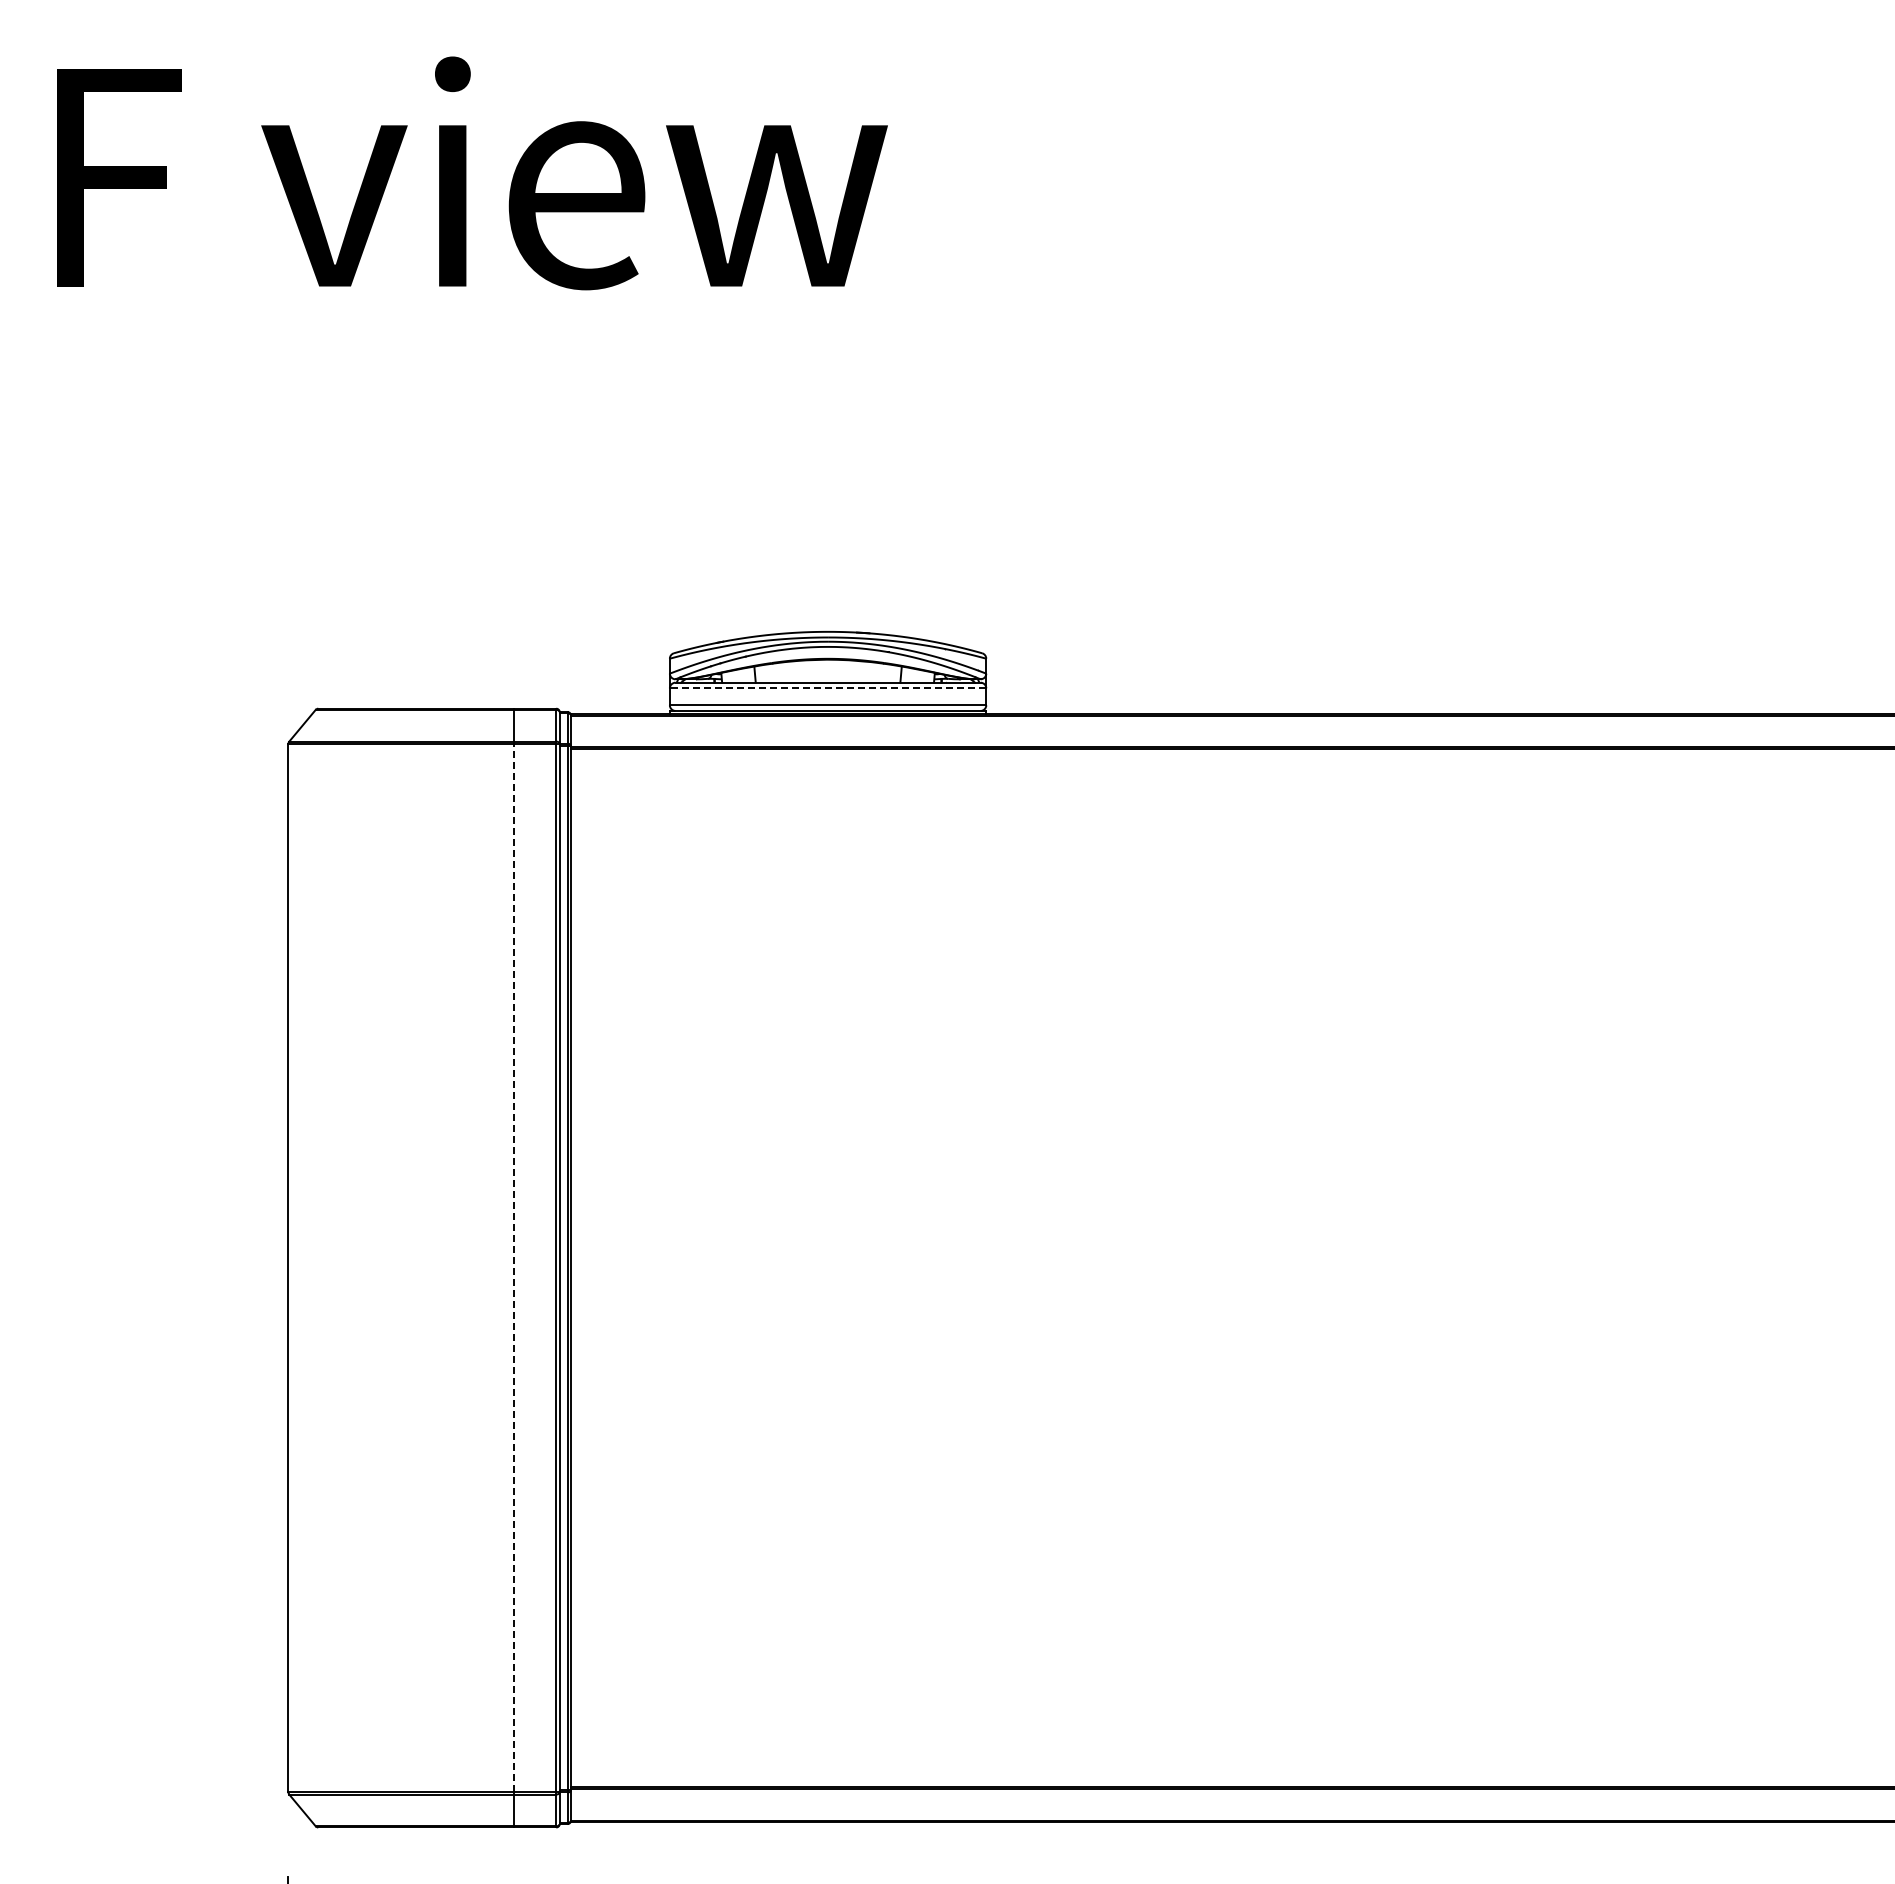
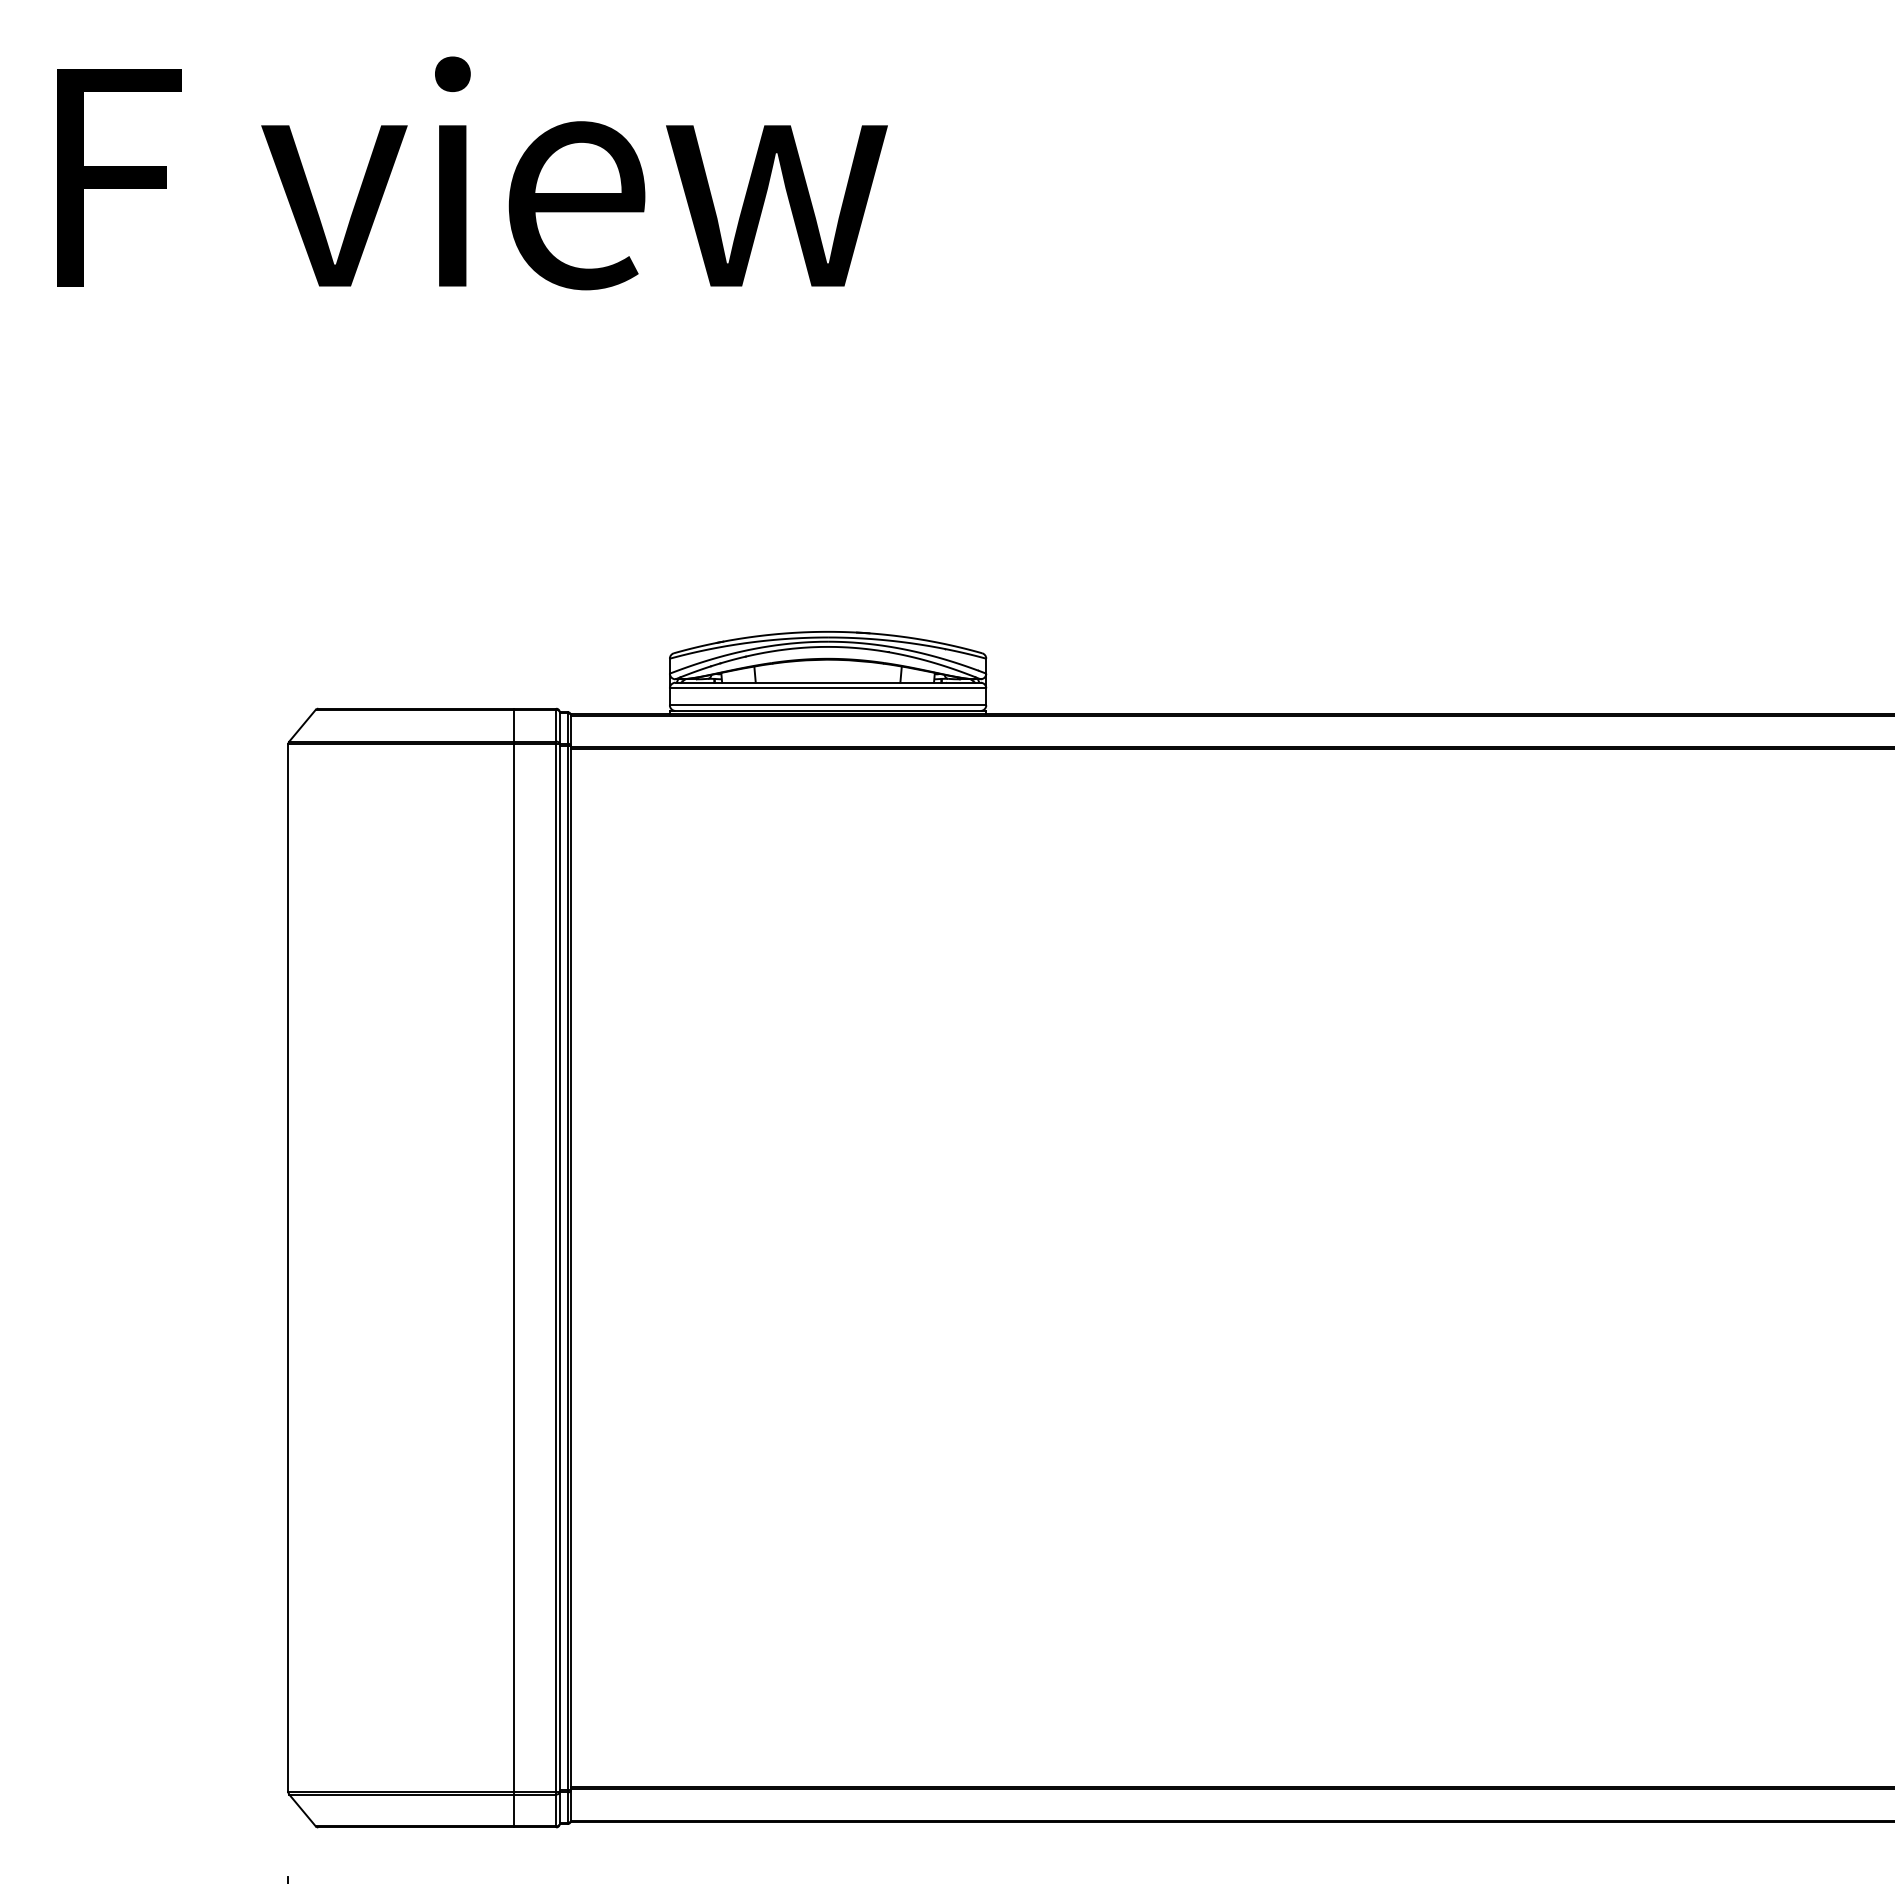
line at (827, 688): dashed -> solid
line at (514, 1267): dashed -> solid
